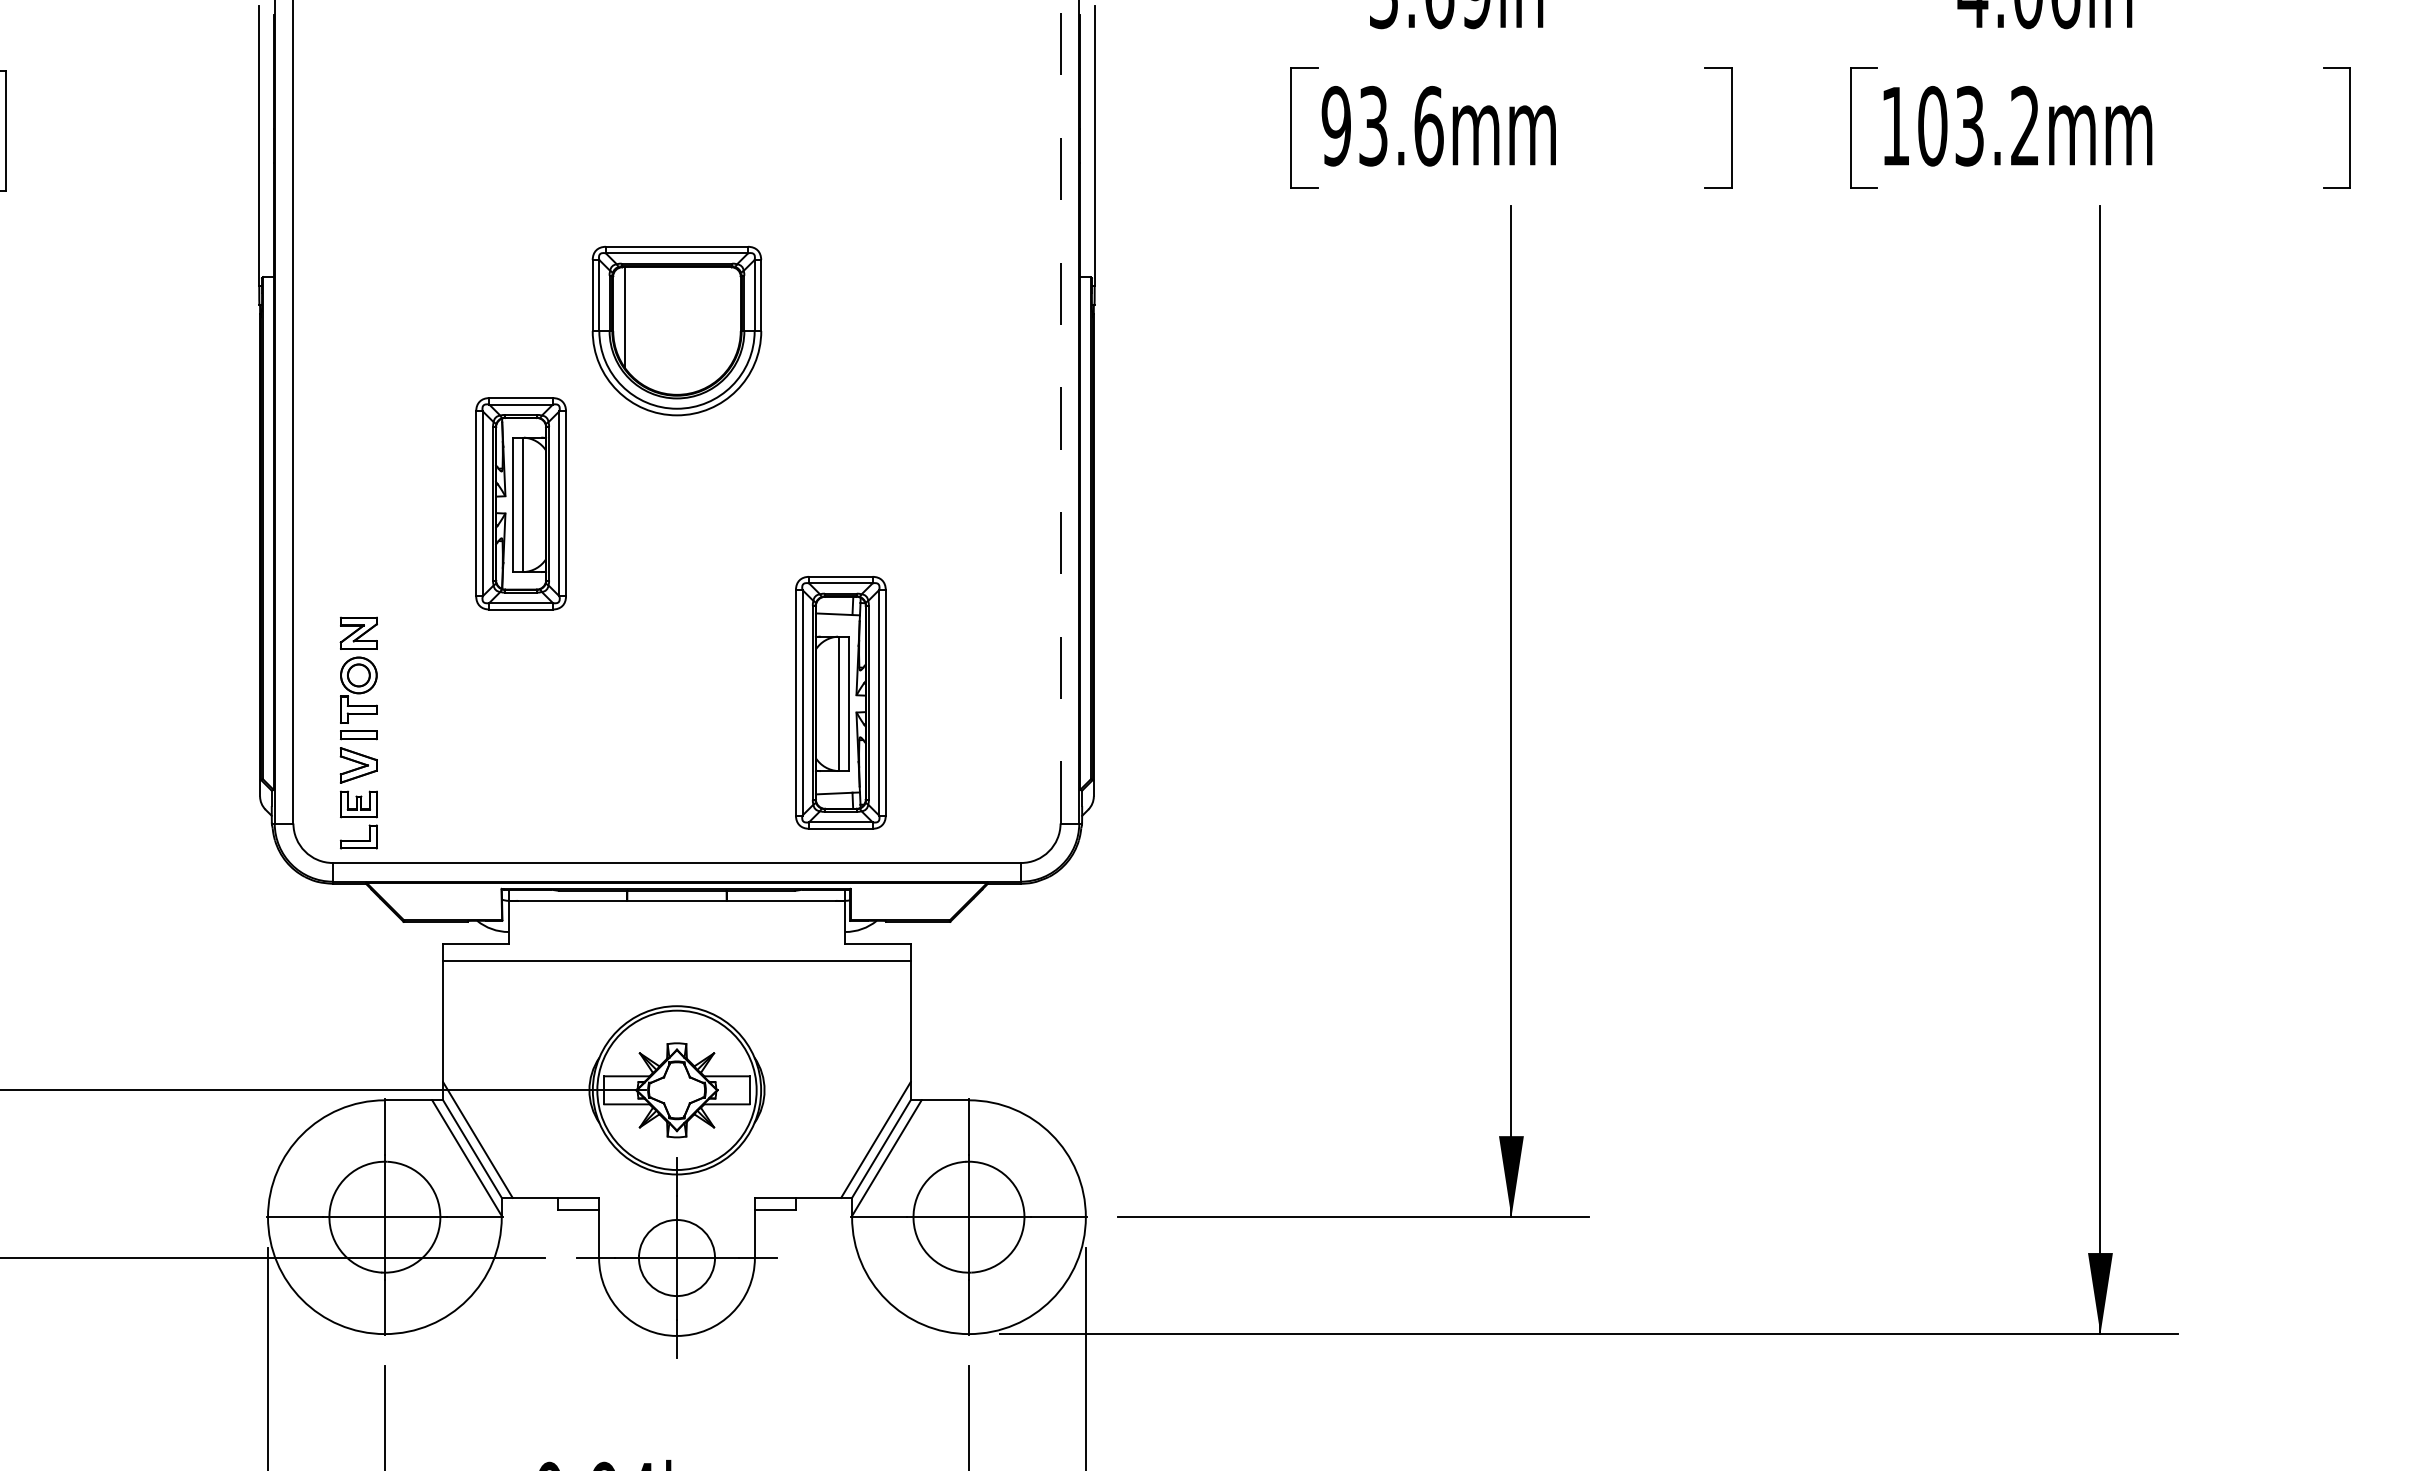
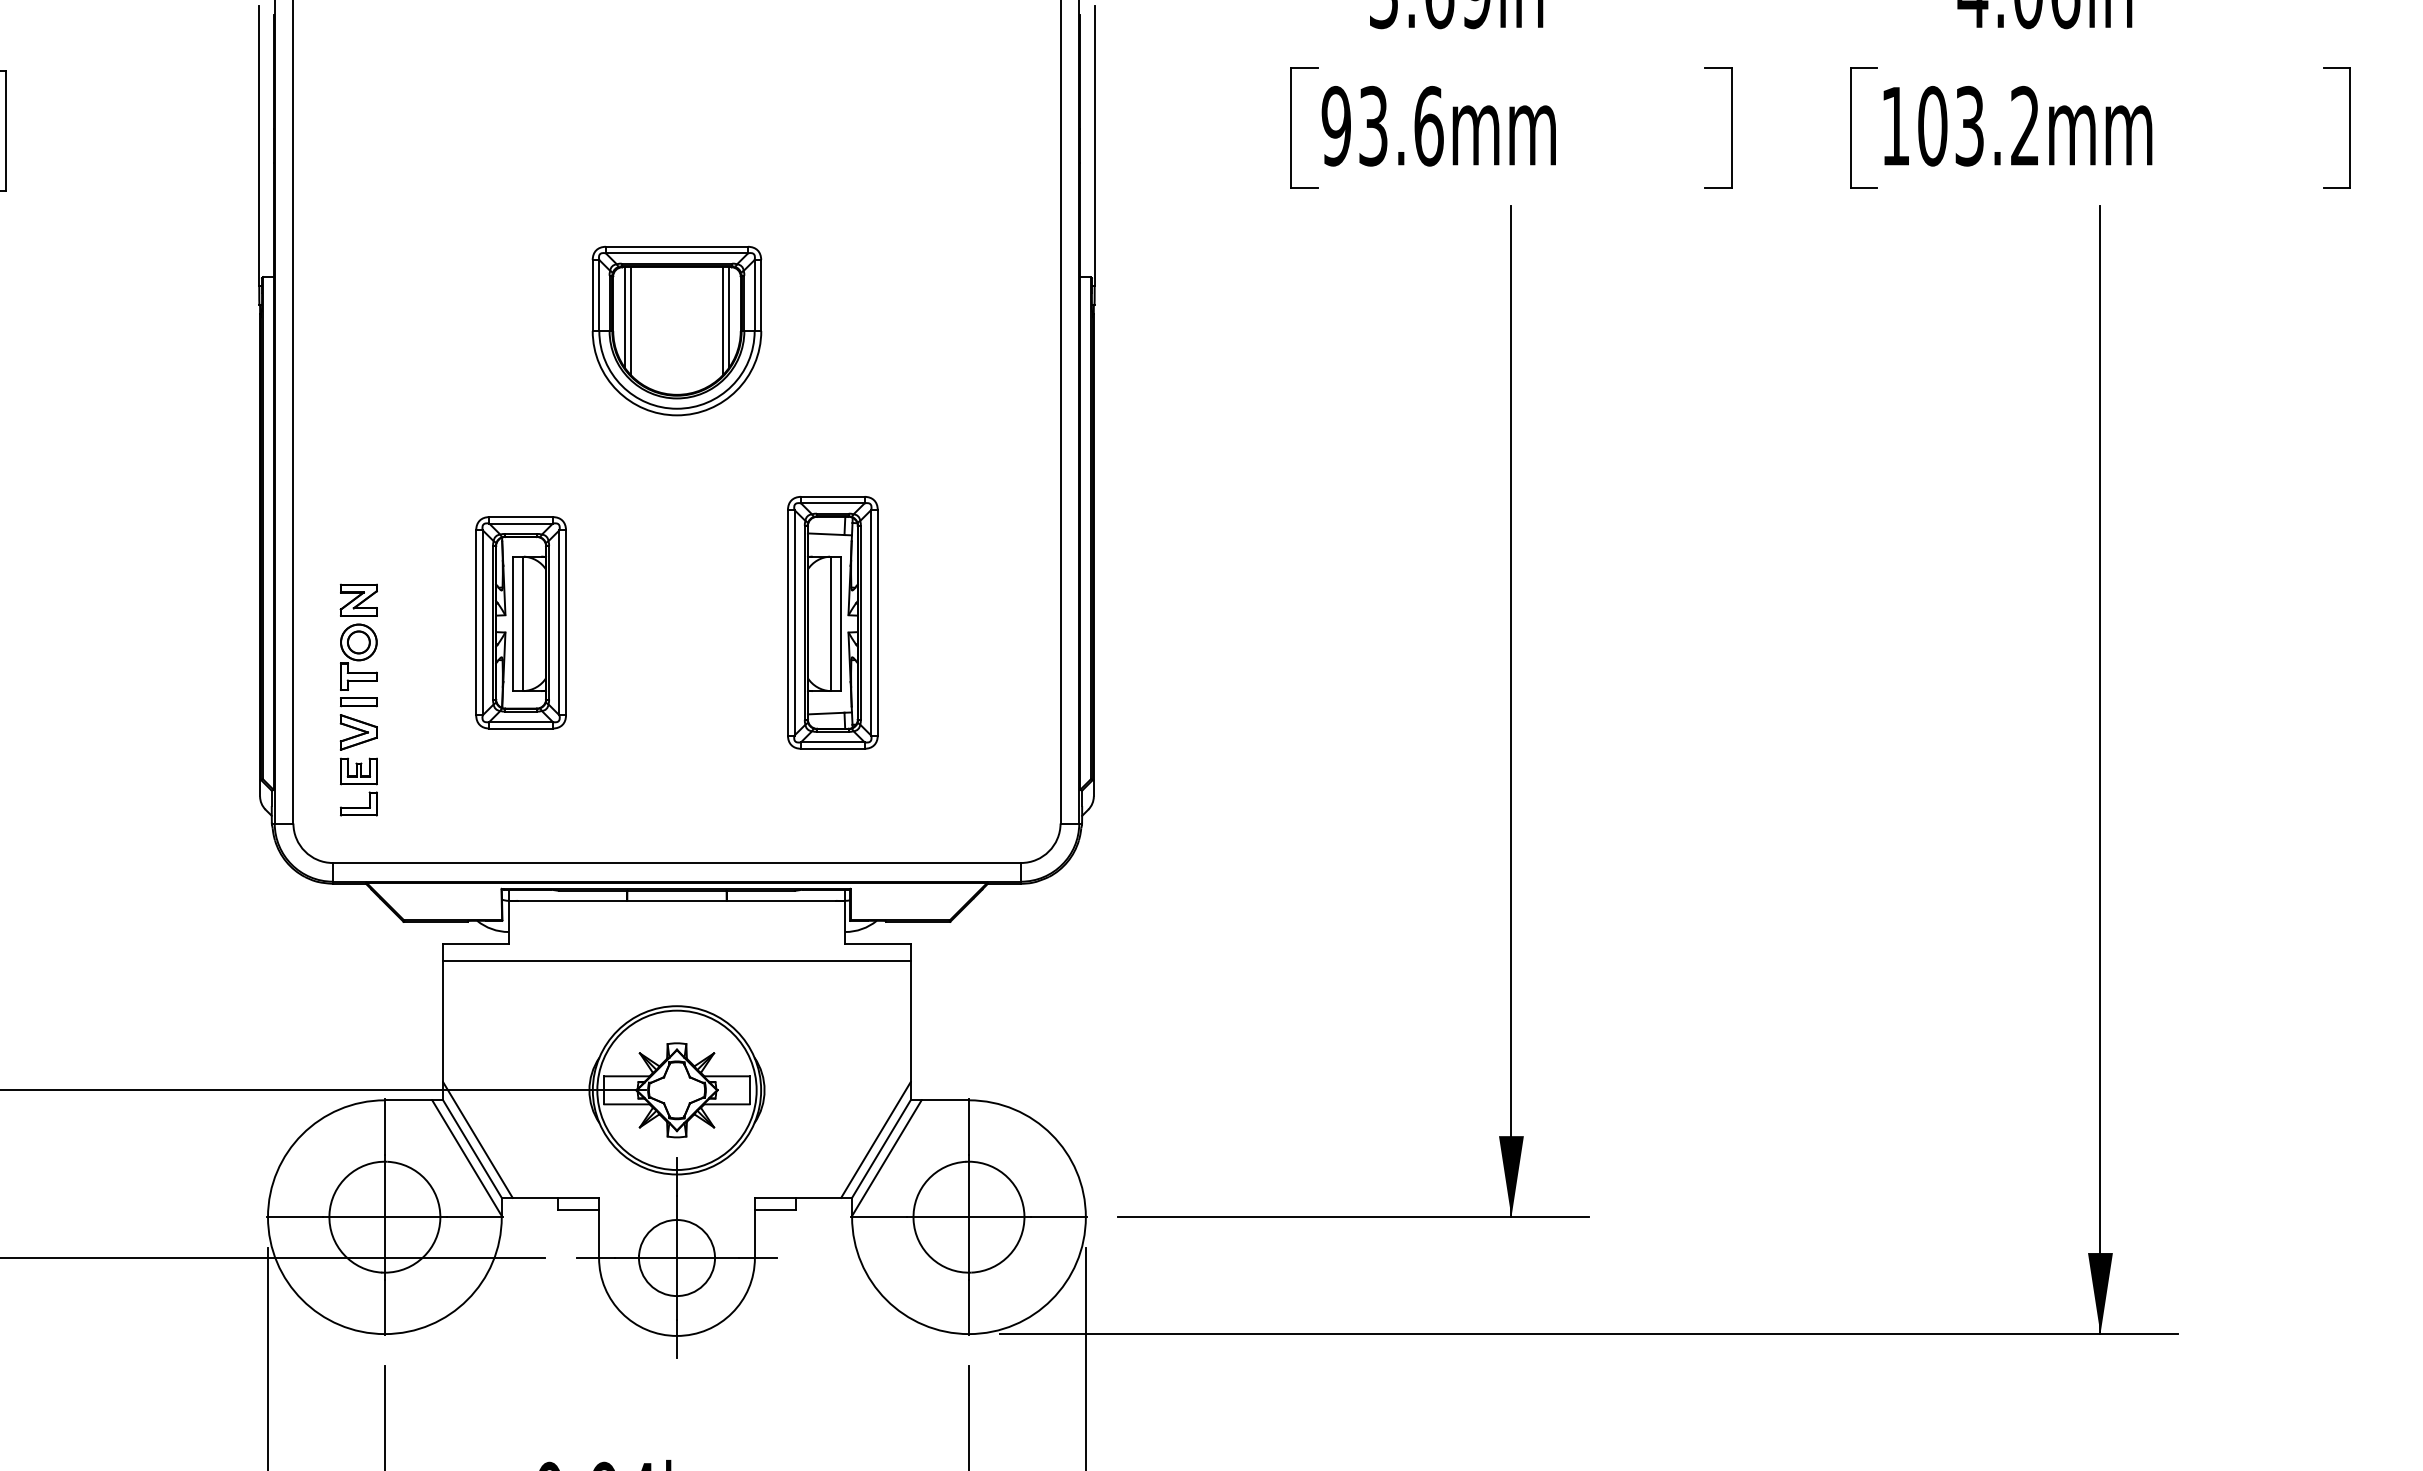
line at (728, 317): none -> present
line at (631, 321): none -> present
line at (722, 321): none -> present
line at (1060, 411): dashed -> solid
part at (520, 503) position: (520, 503) -> (520, 622)
part at (840, 702) position: (840, 702) -> (832, 622)
part at (358, 732) position: (358, 732) -> (358, 699)
